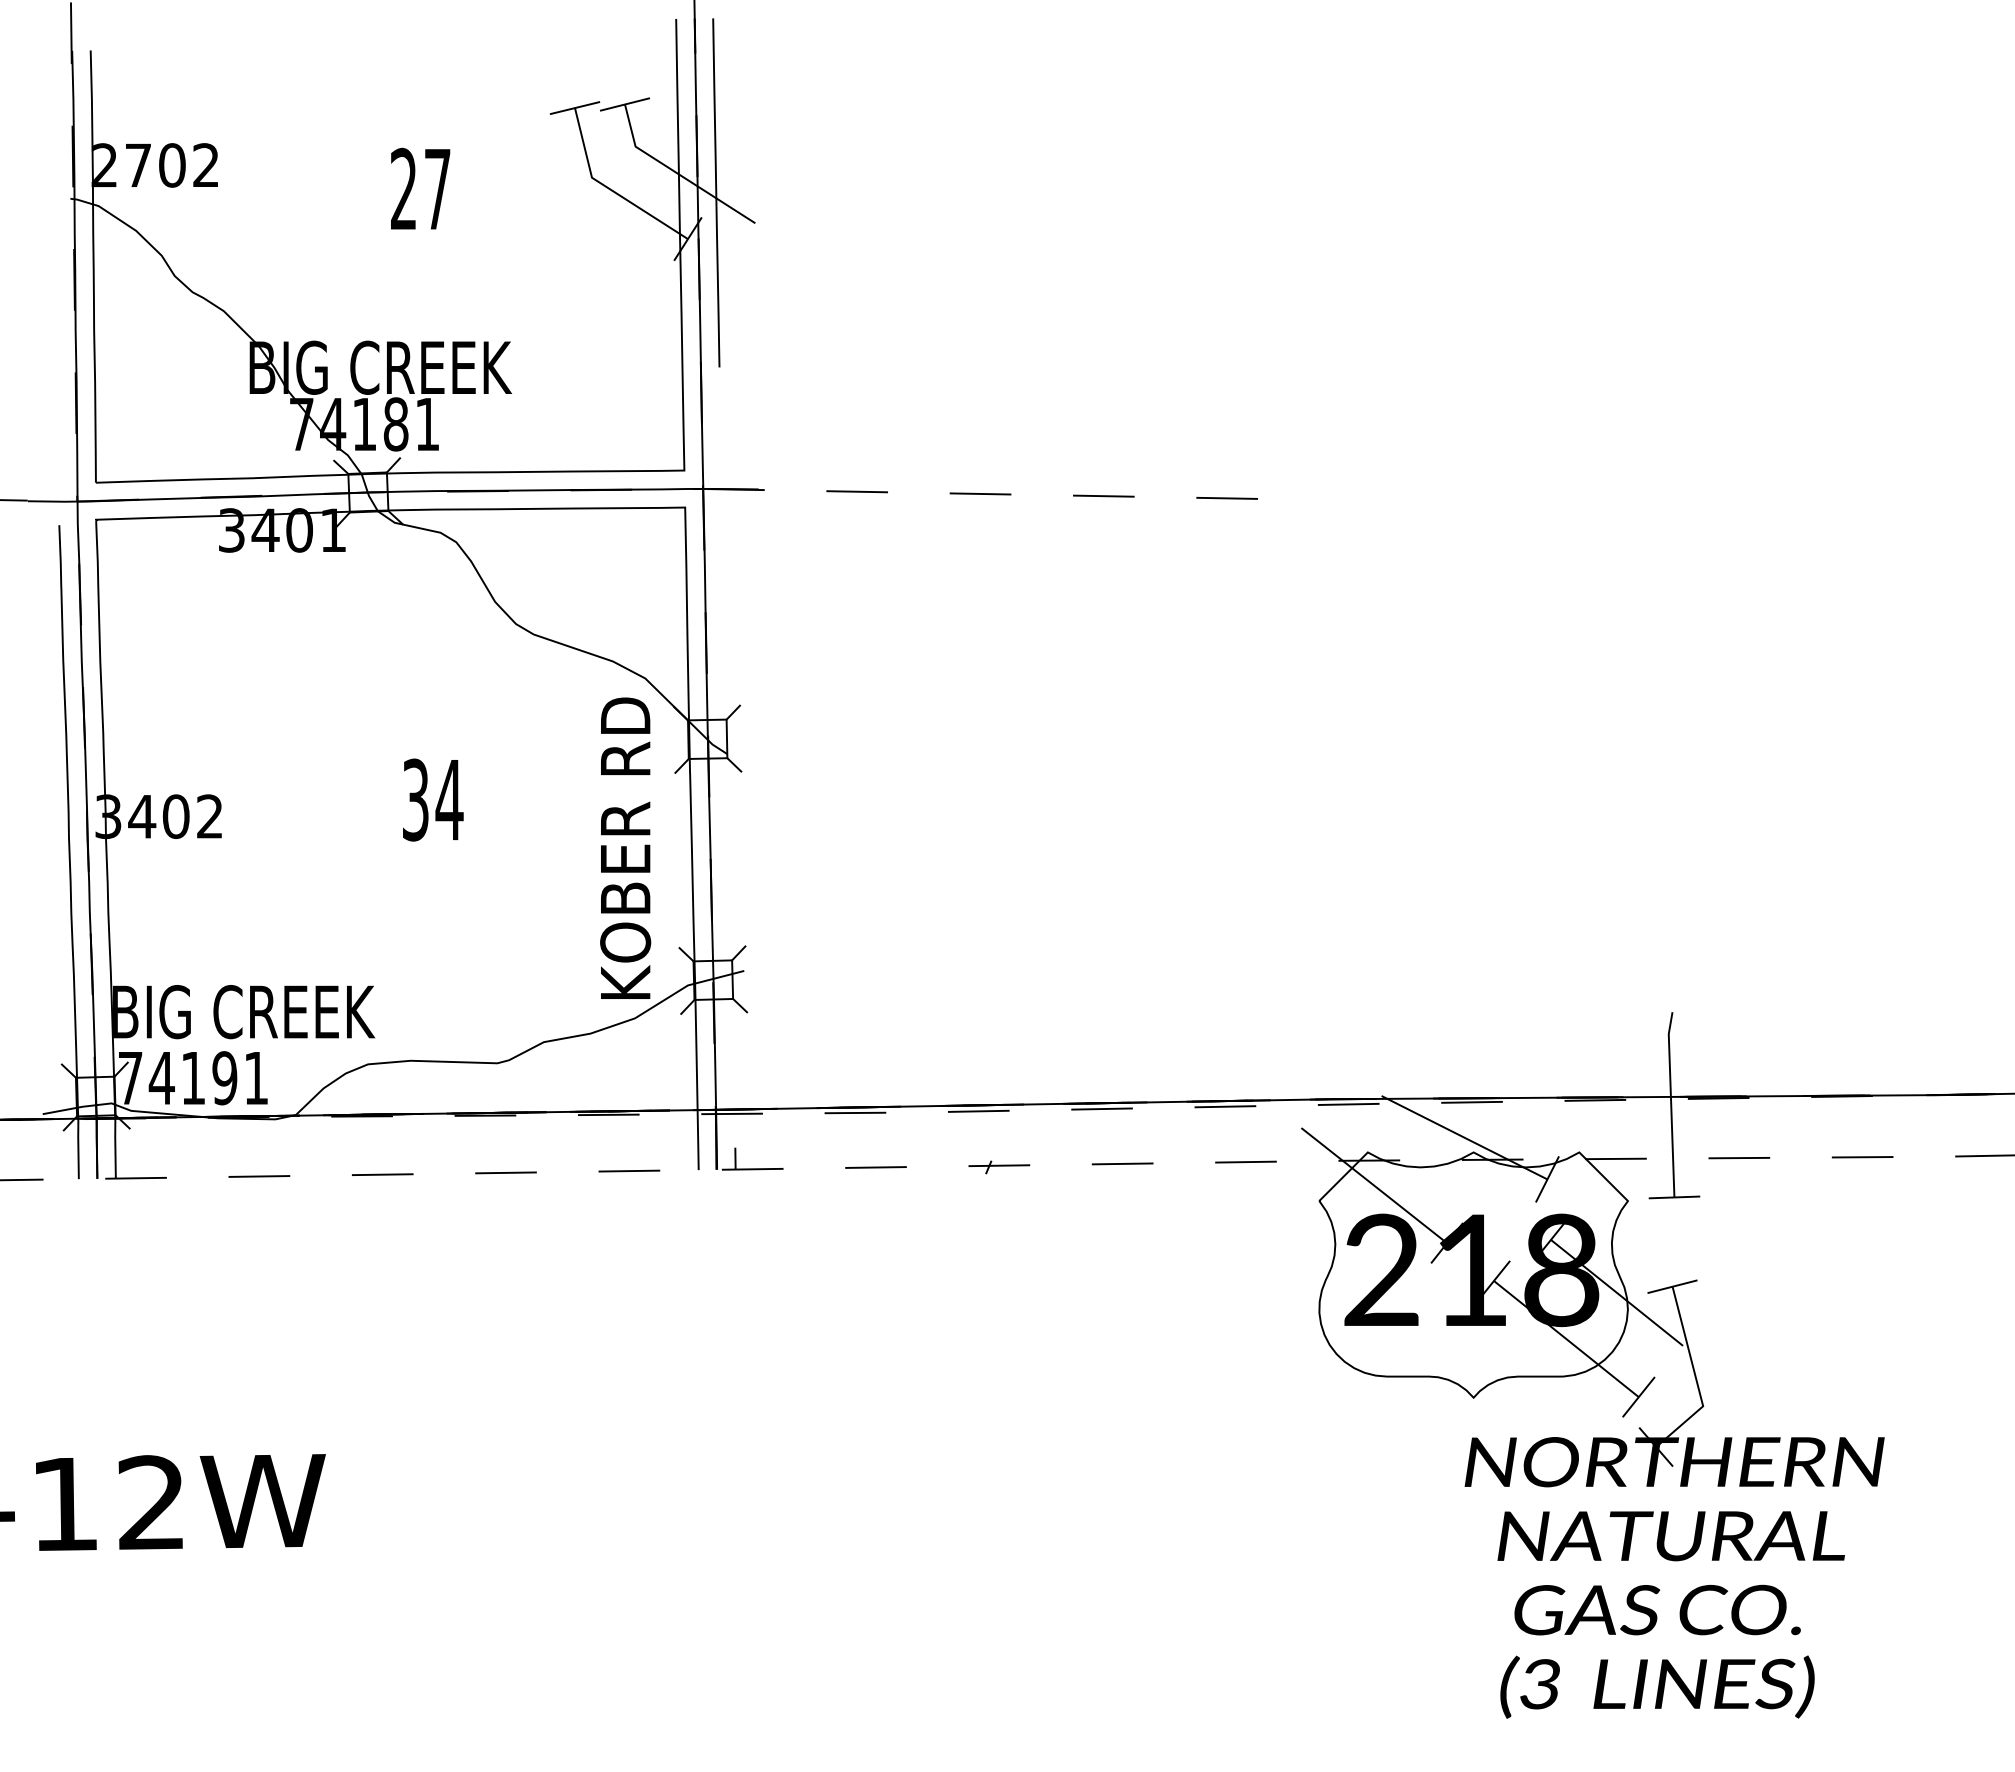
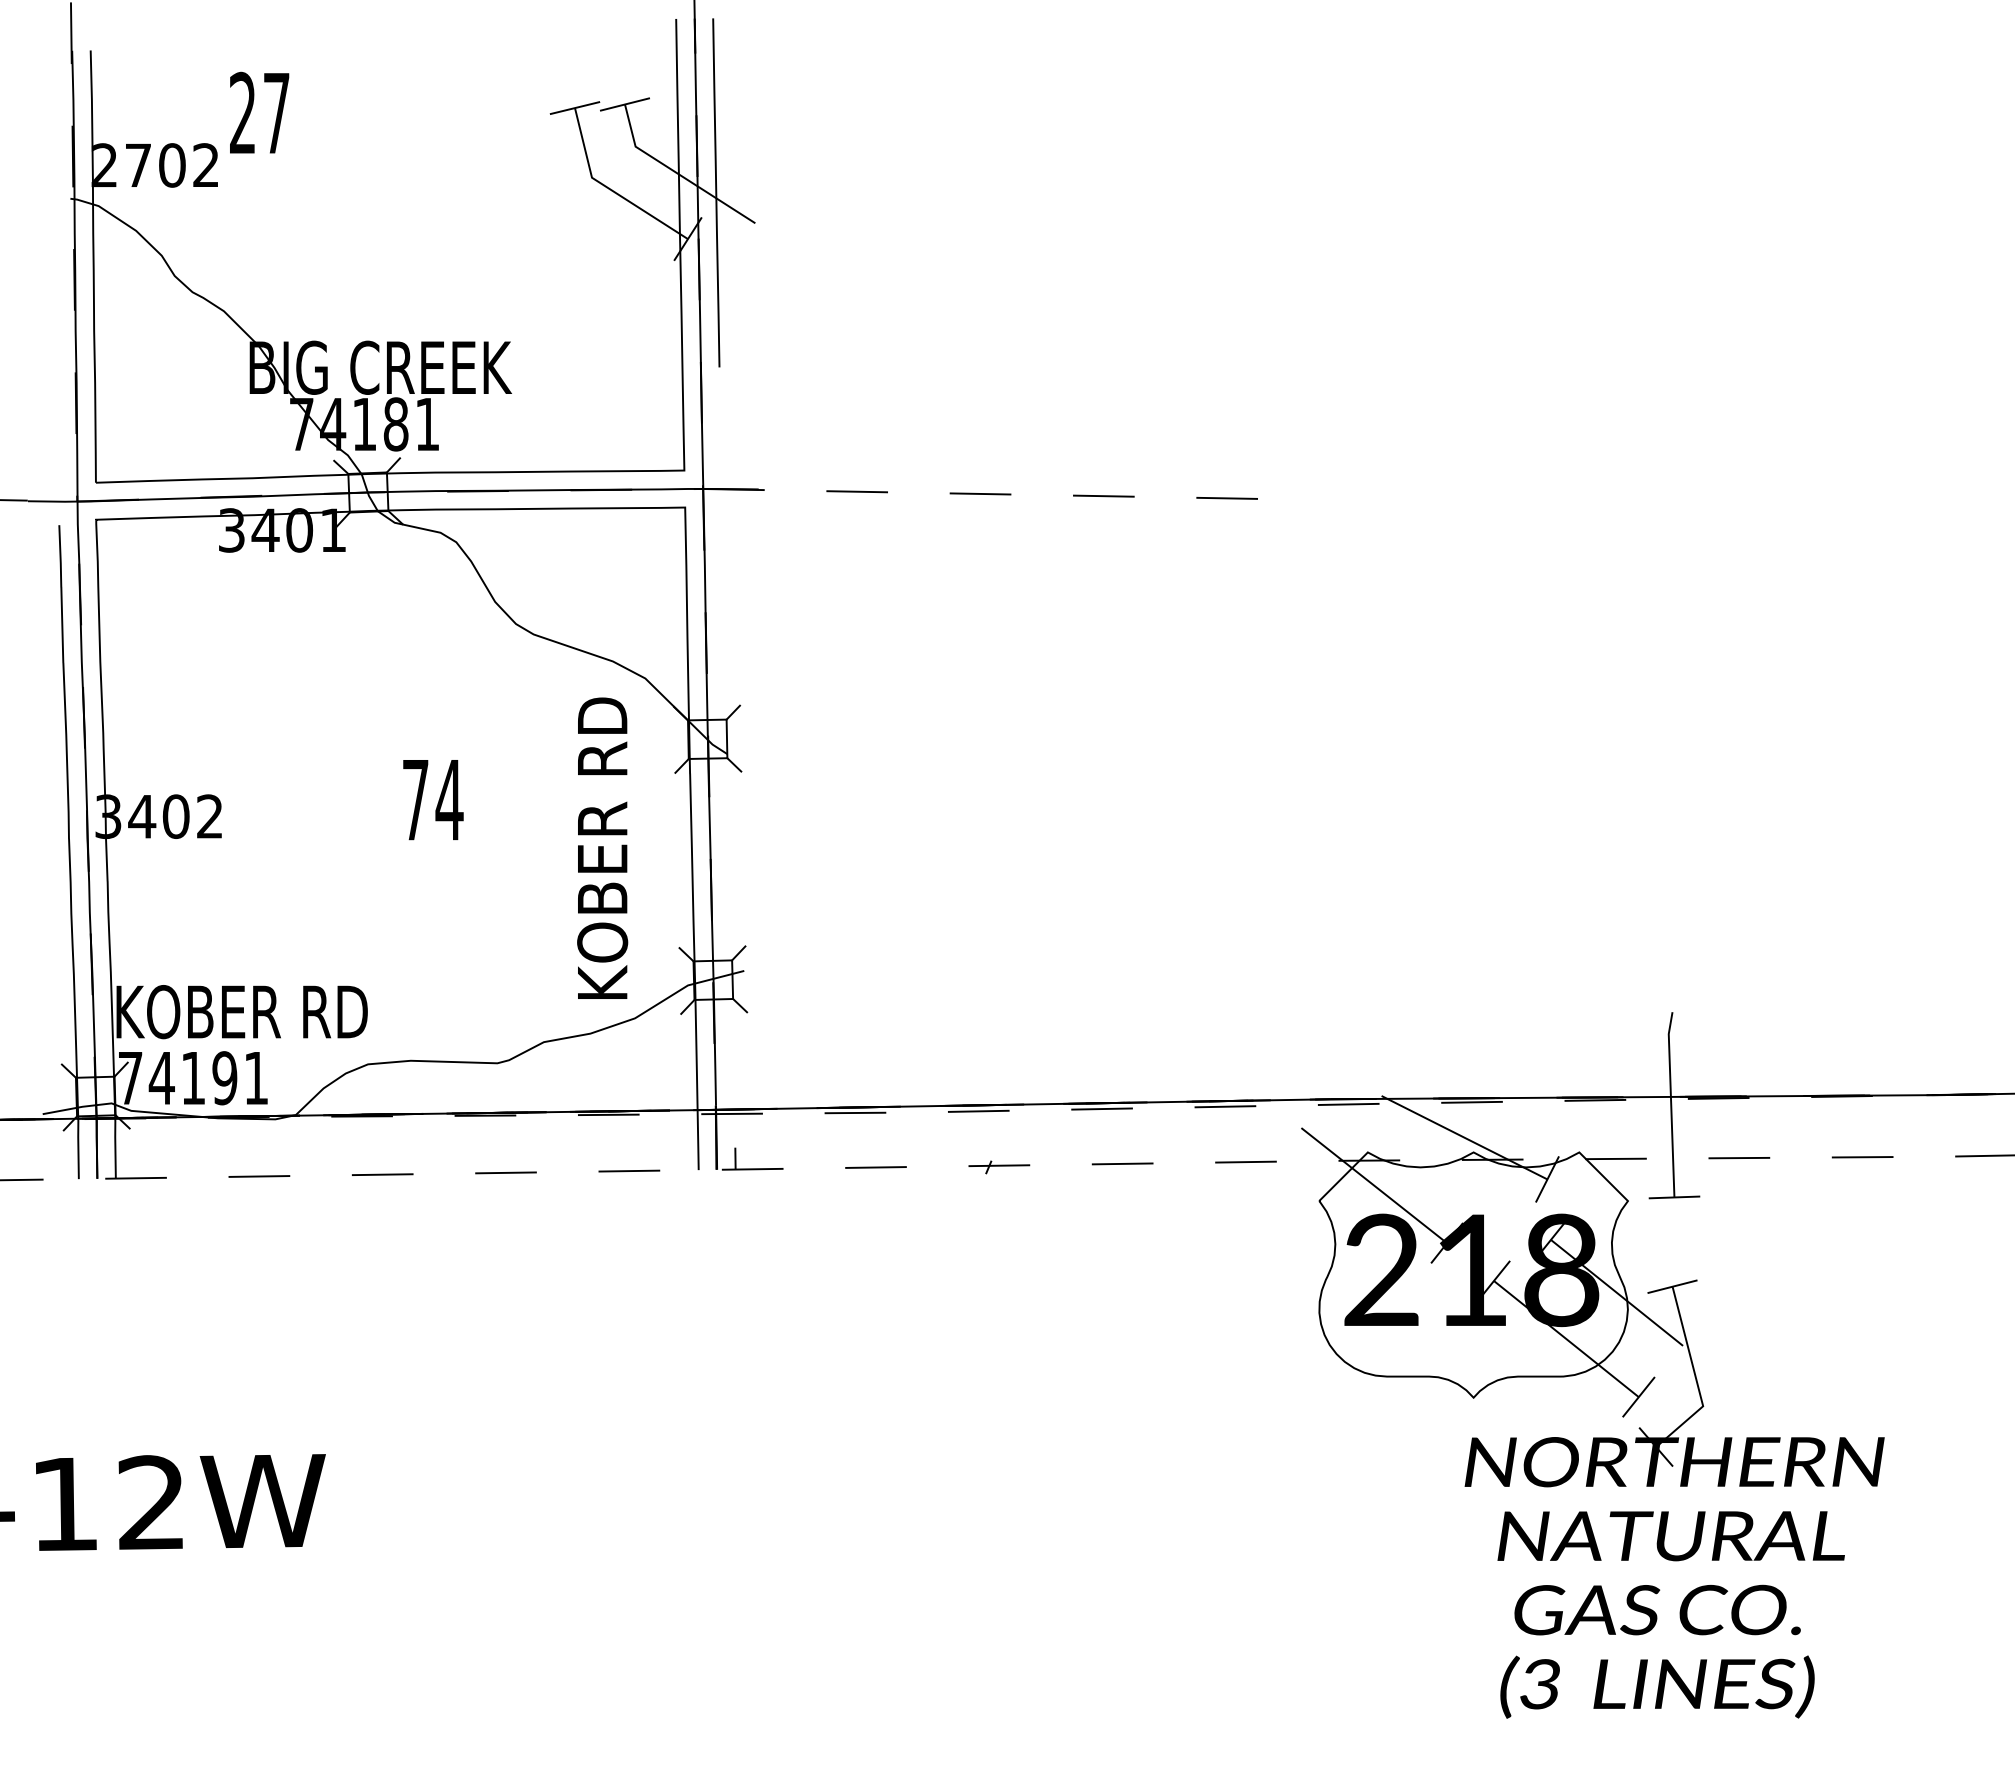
text at (420, 188) position: (420, 188) -> (259, 112)
text at (415, 799): 34 -> 74
text at (625, 847) position: (625, 847) -> (602, 847)
text at (244, 1012): BIG CREEK -> KOBER RD
